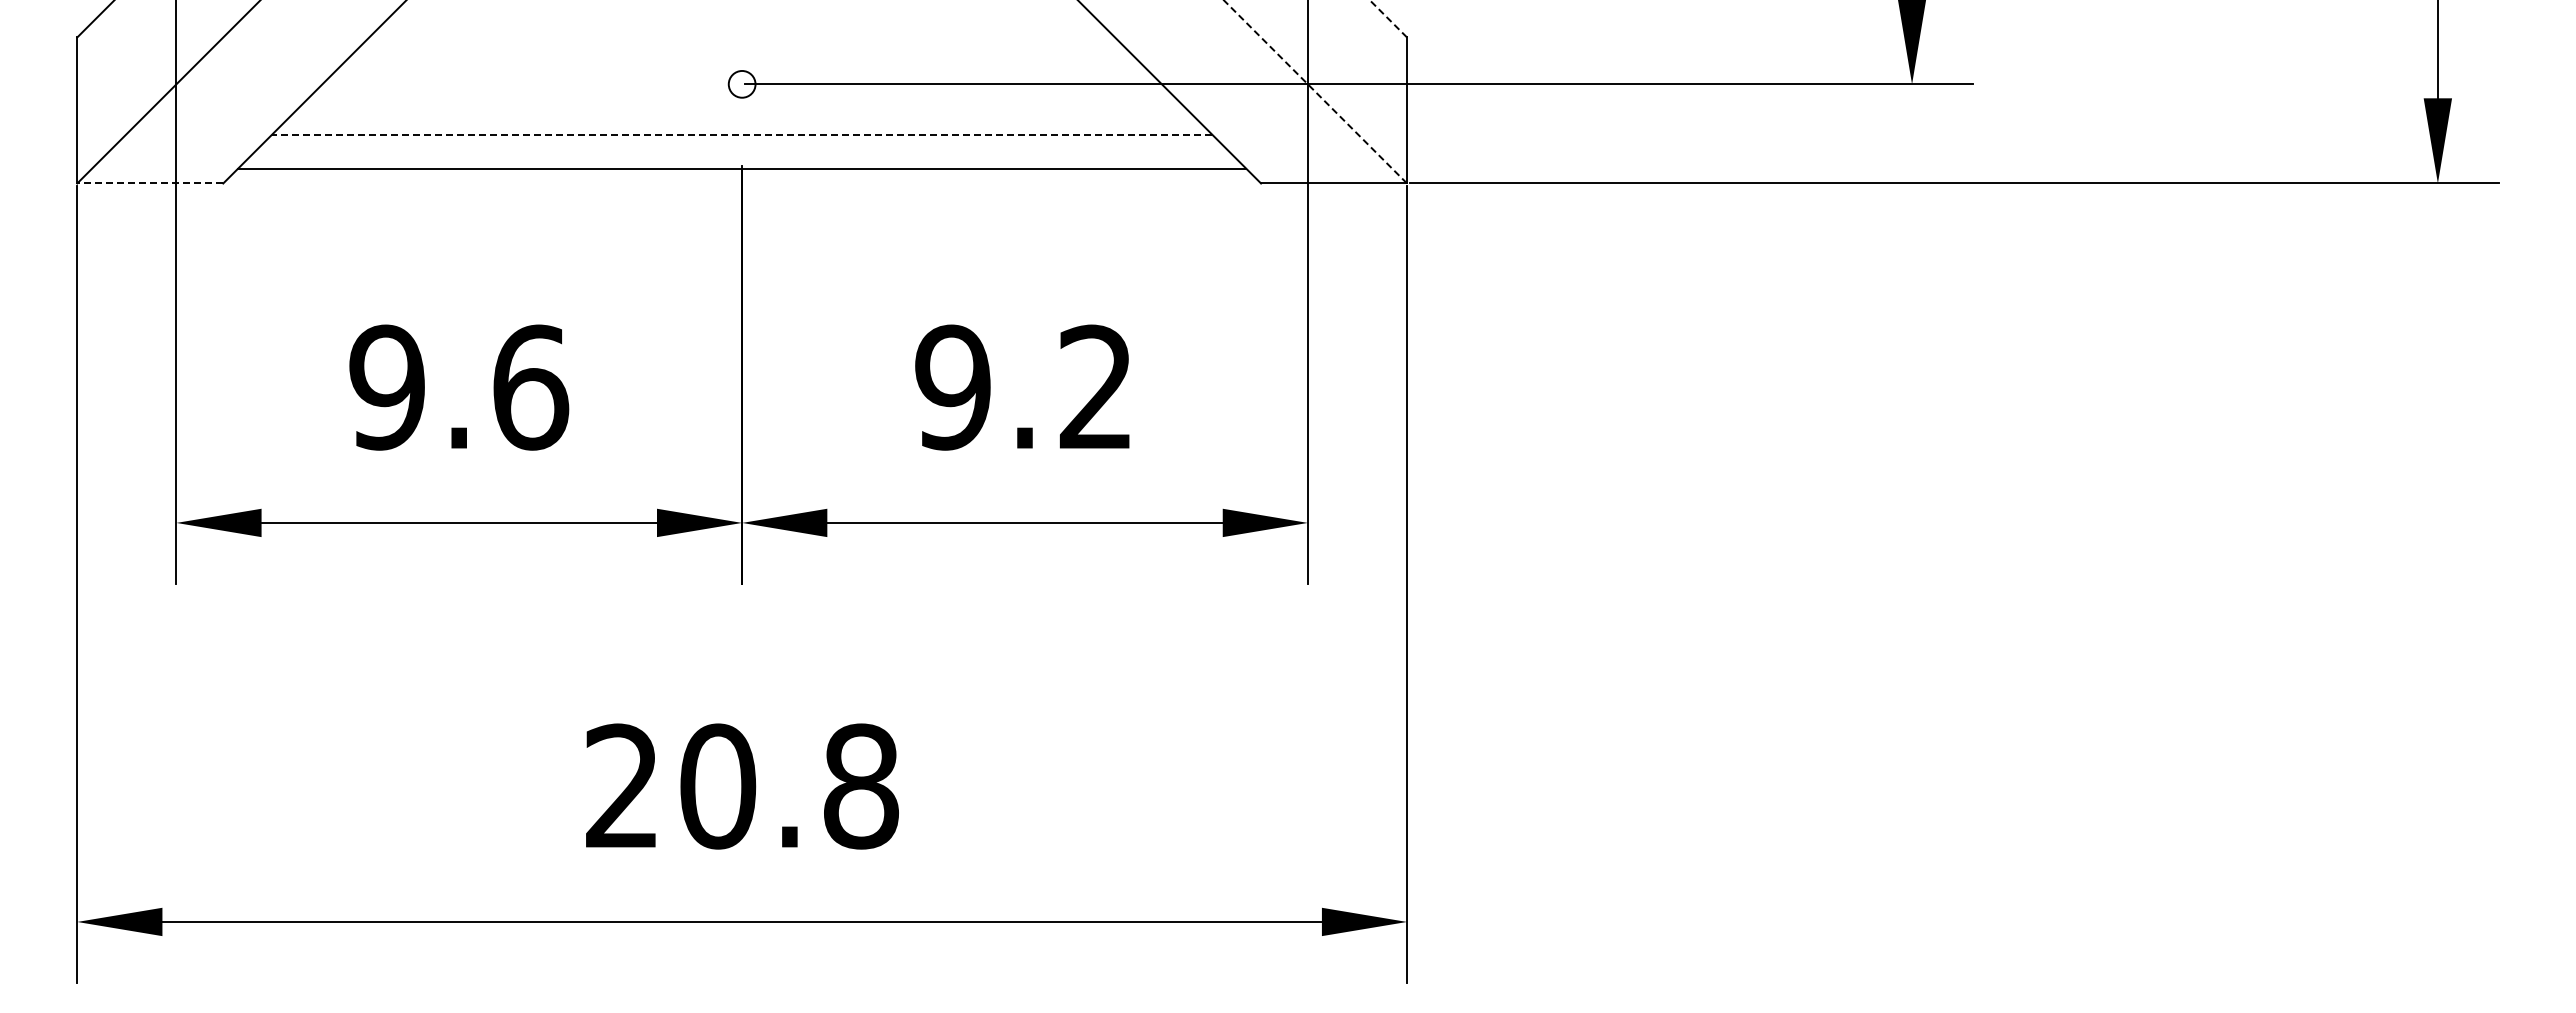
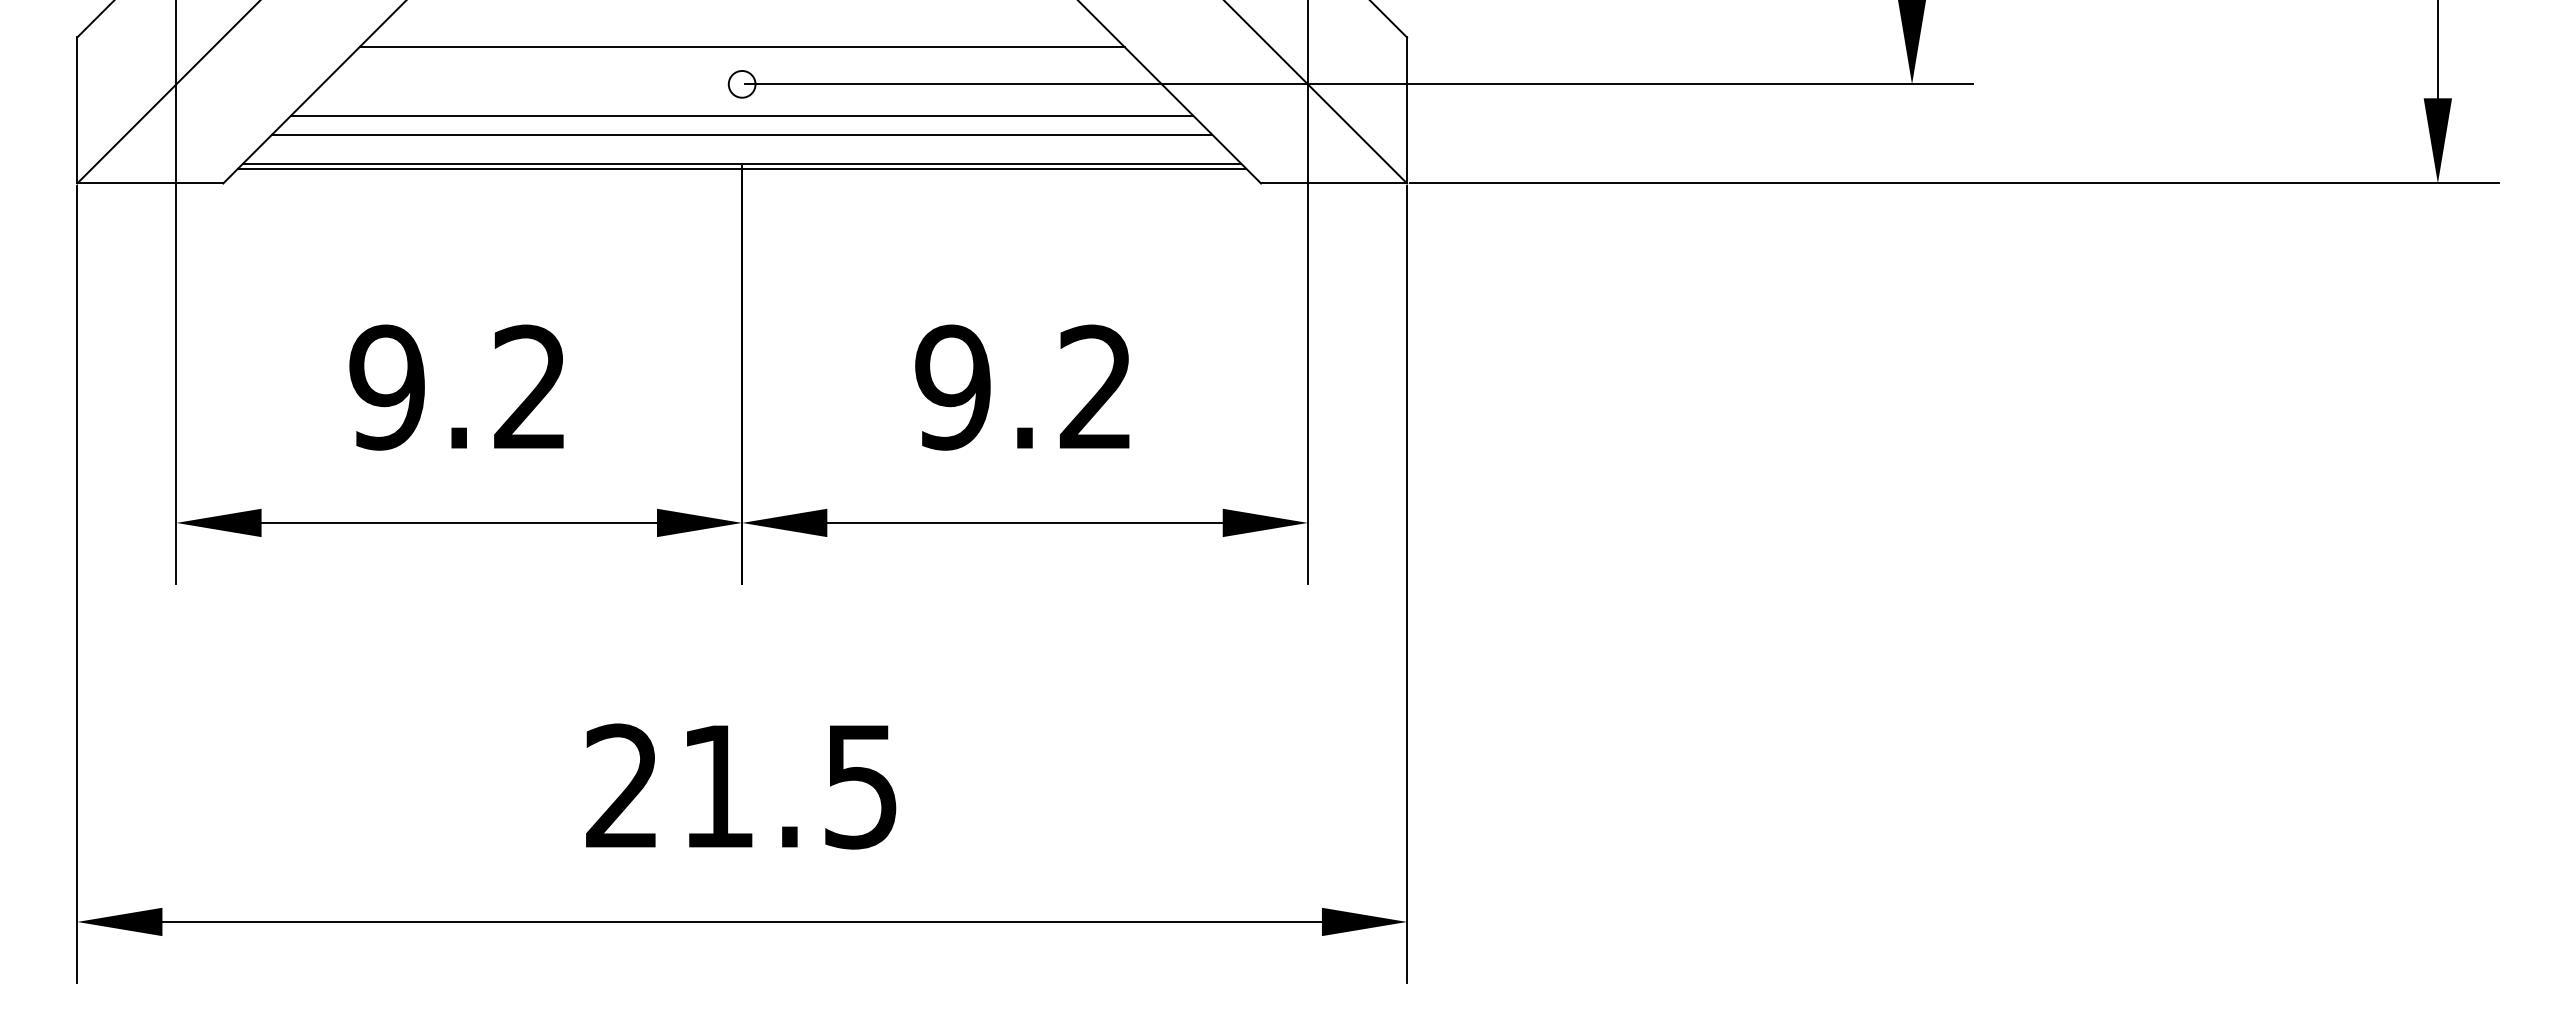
line at (1388, 18): dashed -> solid
line at (741, 47): none -> present
line at (1315, 91): dashed -> solid
line at (741, 115): none -> present
line at (741, 134): dashed -> solid
line at (741, 163): none -> present
line at (149, 183): dashed -> solid
text at (531, 387): 9.6 -> 9.2
text at (789, 786): 20.8 -> 21.5
